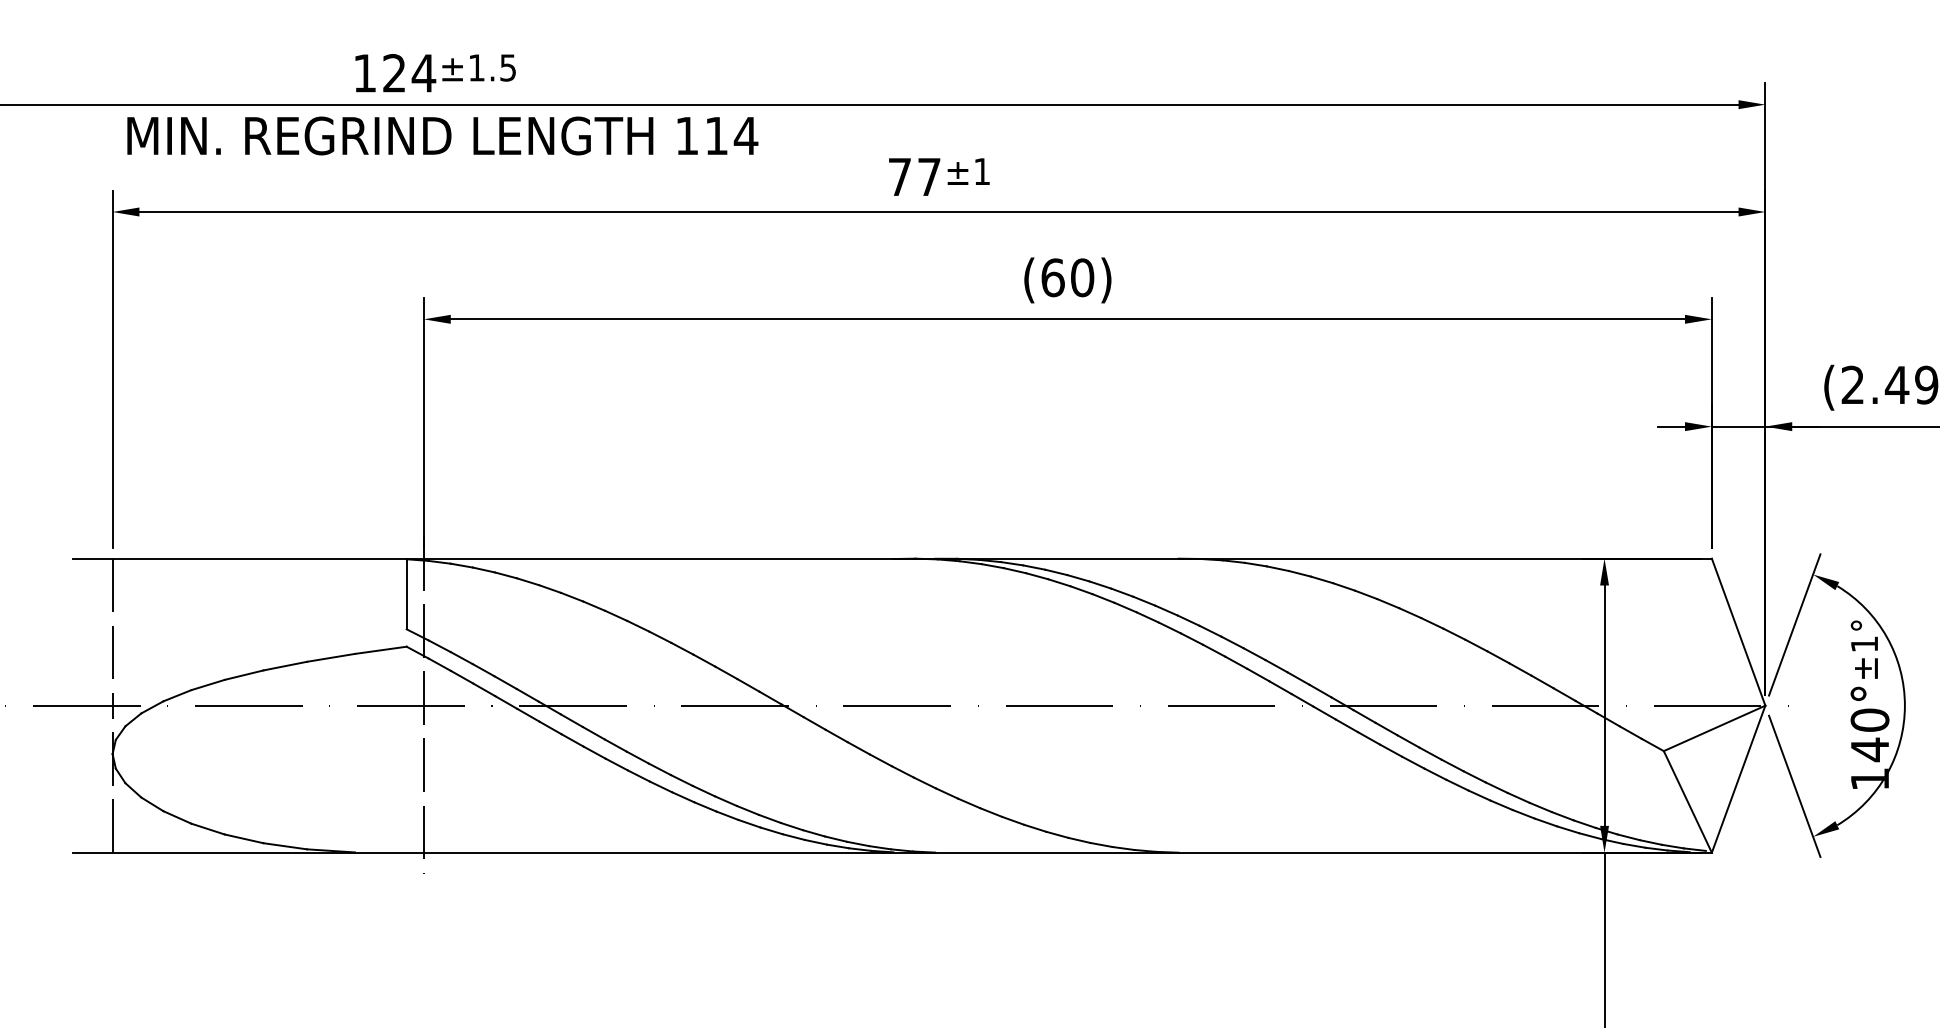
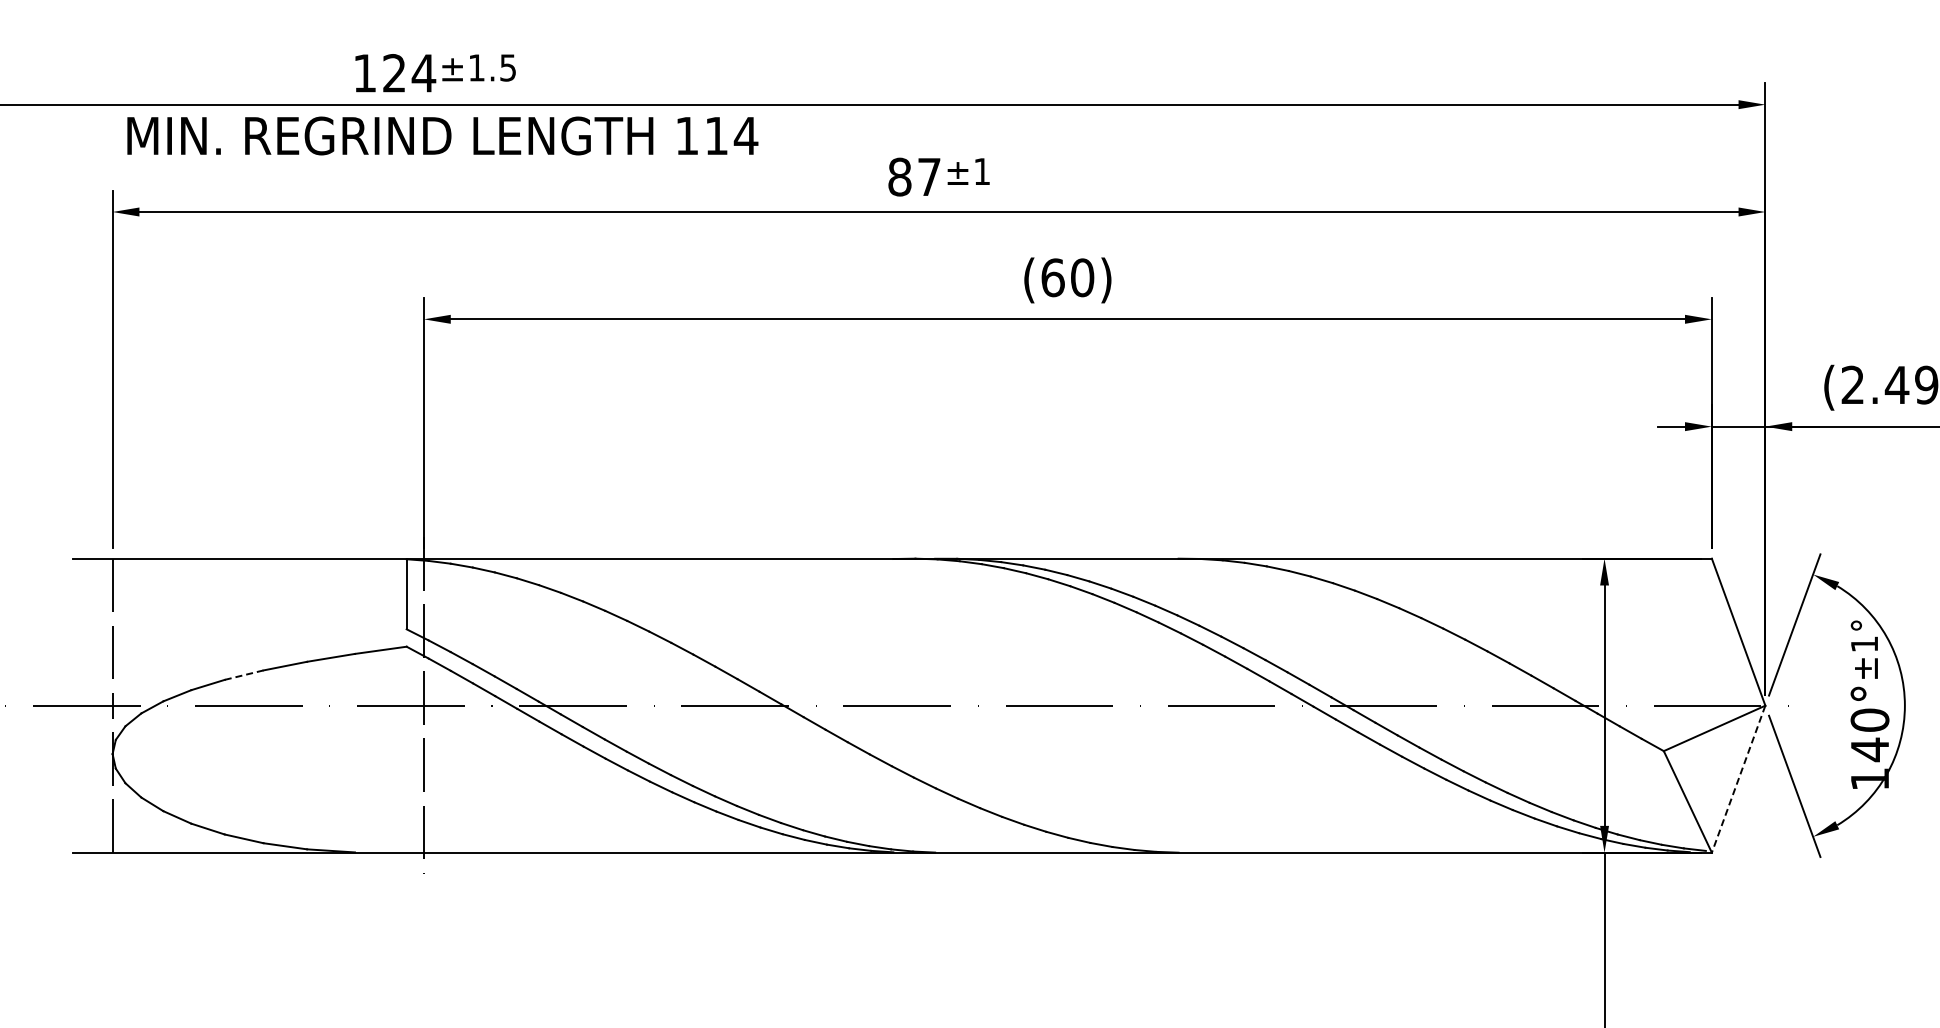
text at (899, 176): 77 -> 87
line at (244, 675): solid -> dashed
line at (1738, 779): solid -> dashed
